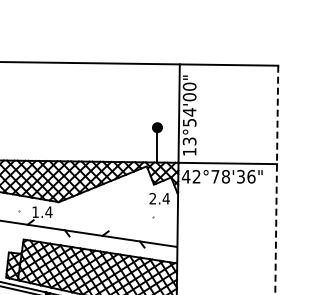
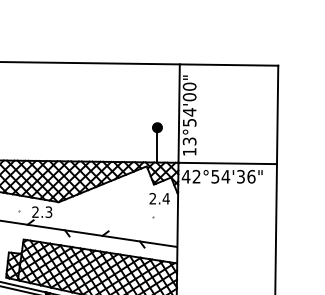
text at (220, 176): 42°78'36" -> 42°54'36"
line at (276, 180): dashed -> solid
text at (42, 212): 1.4 -> 2.3
